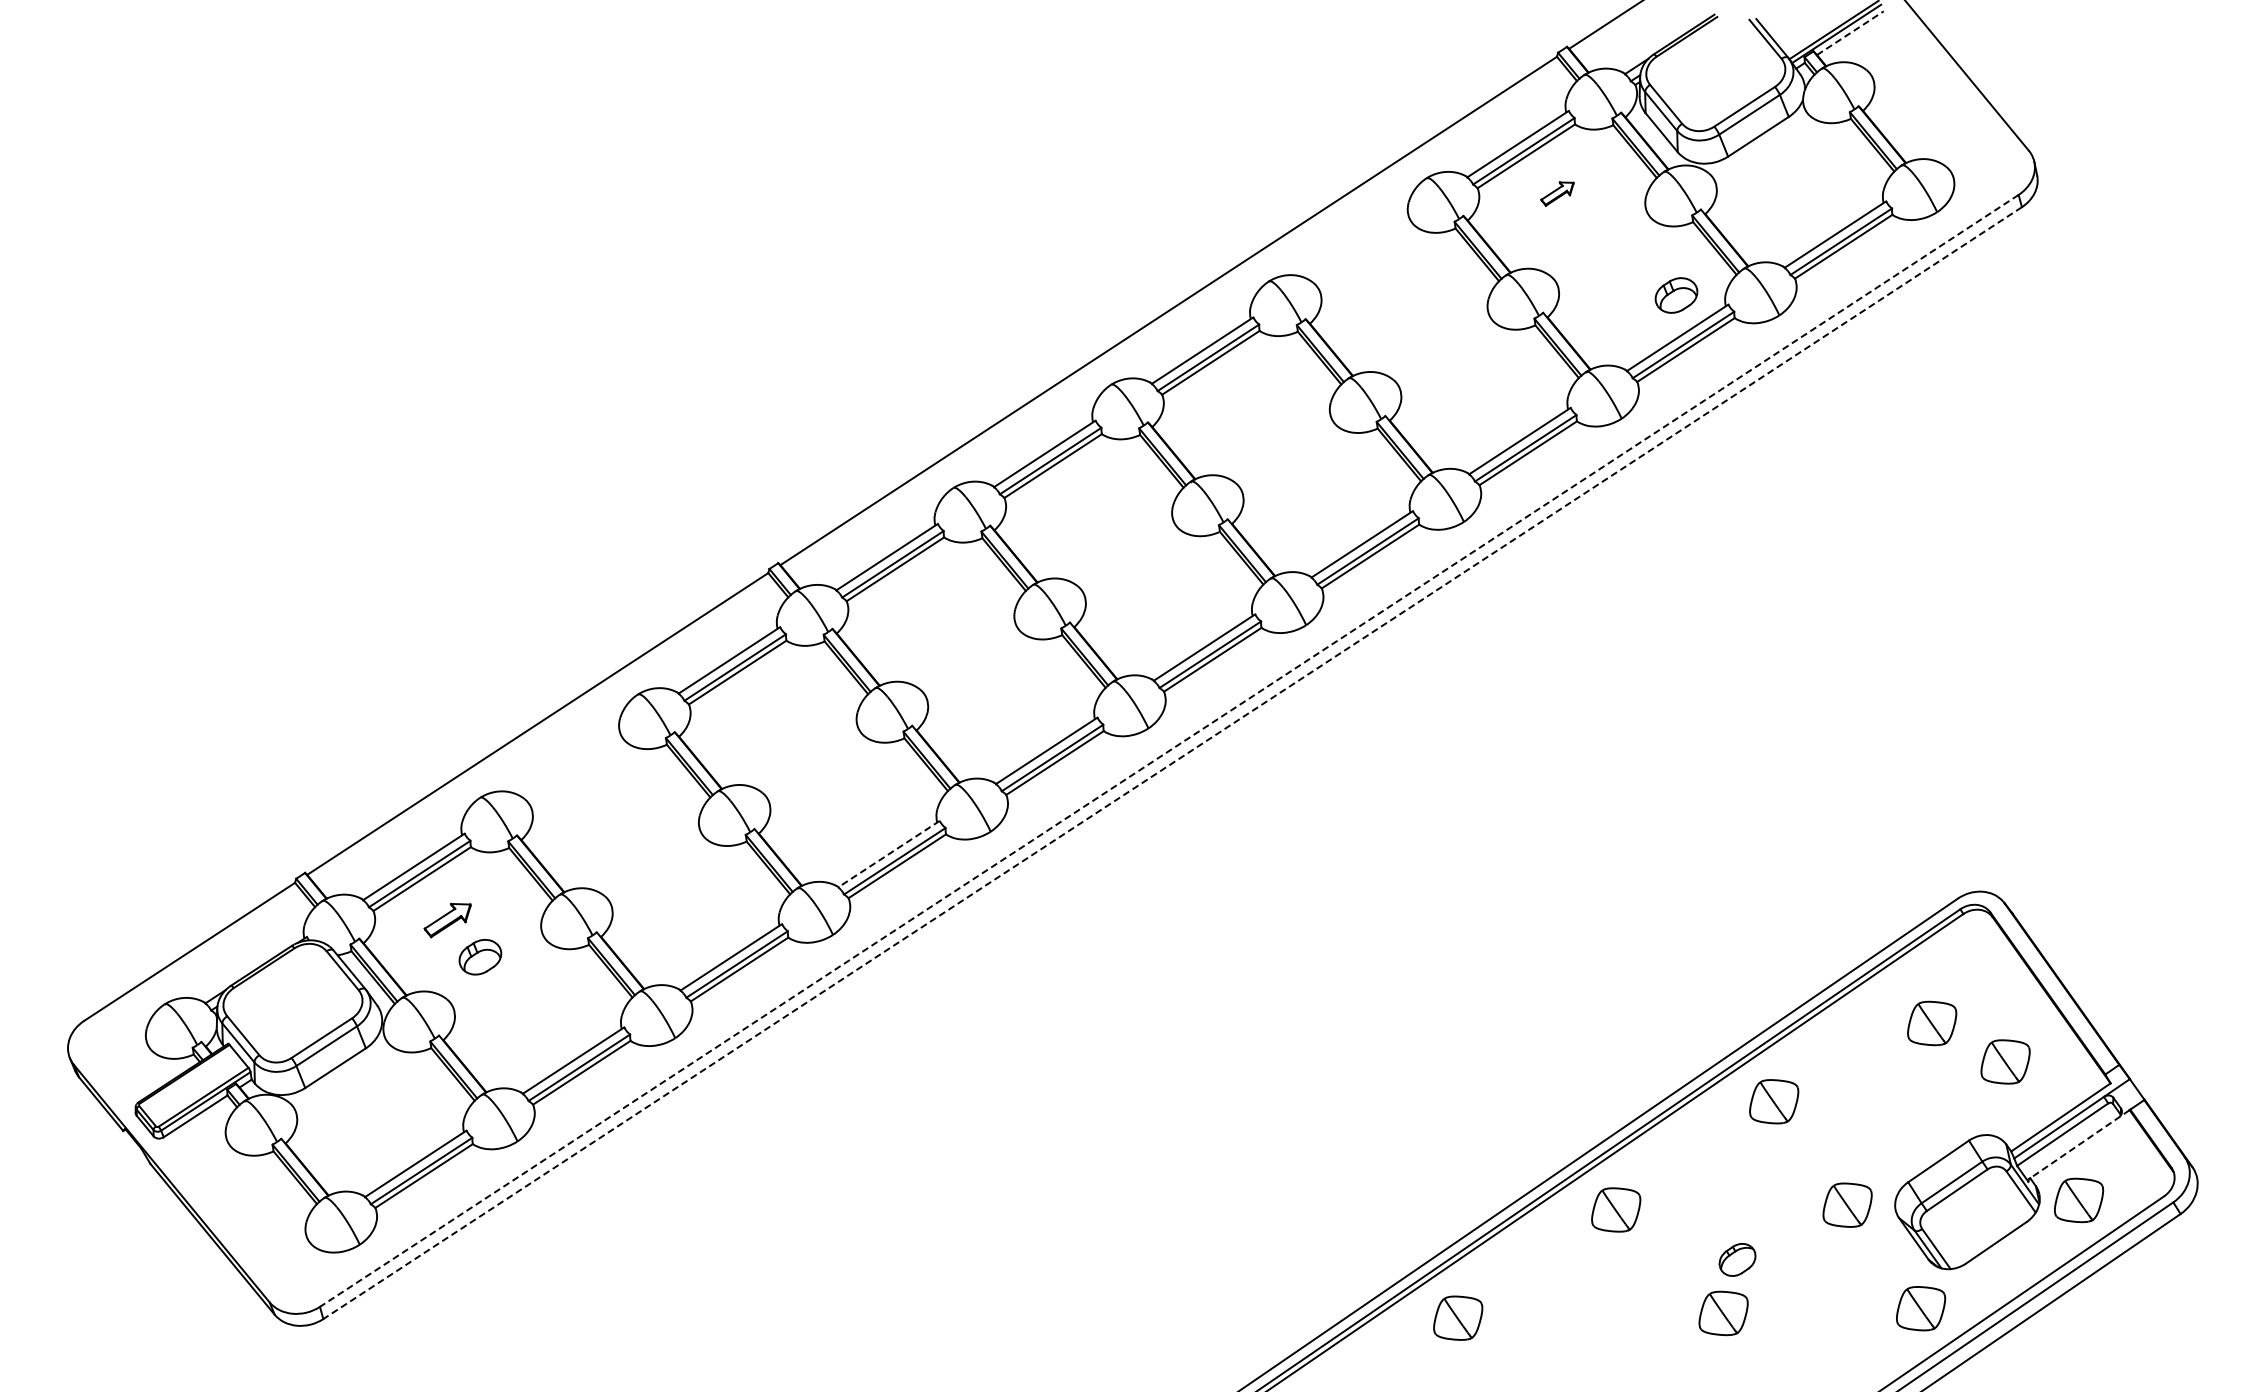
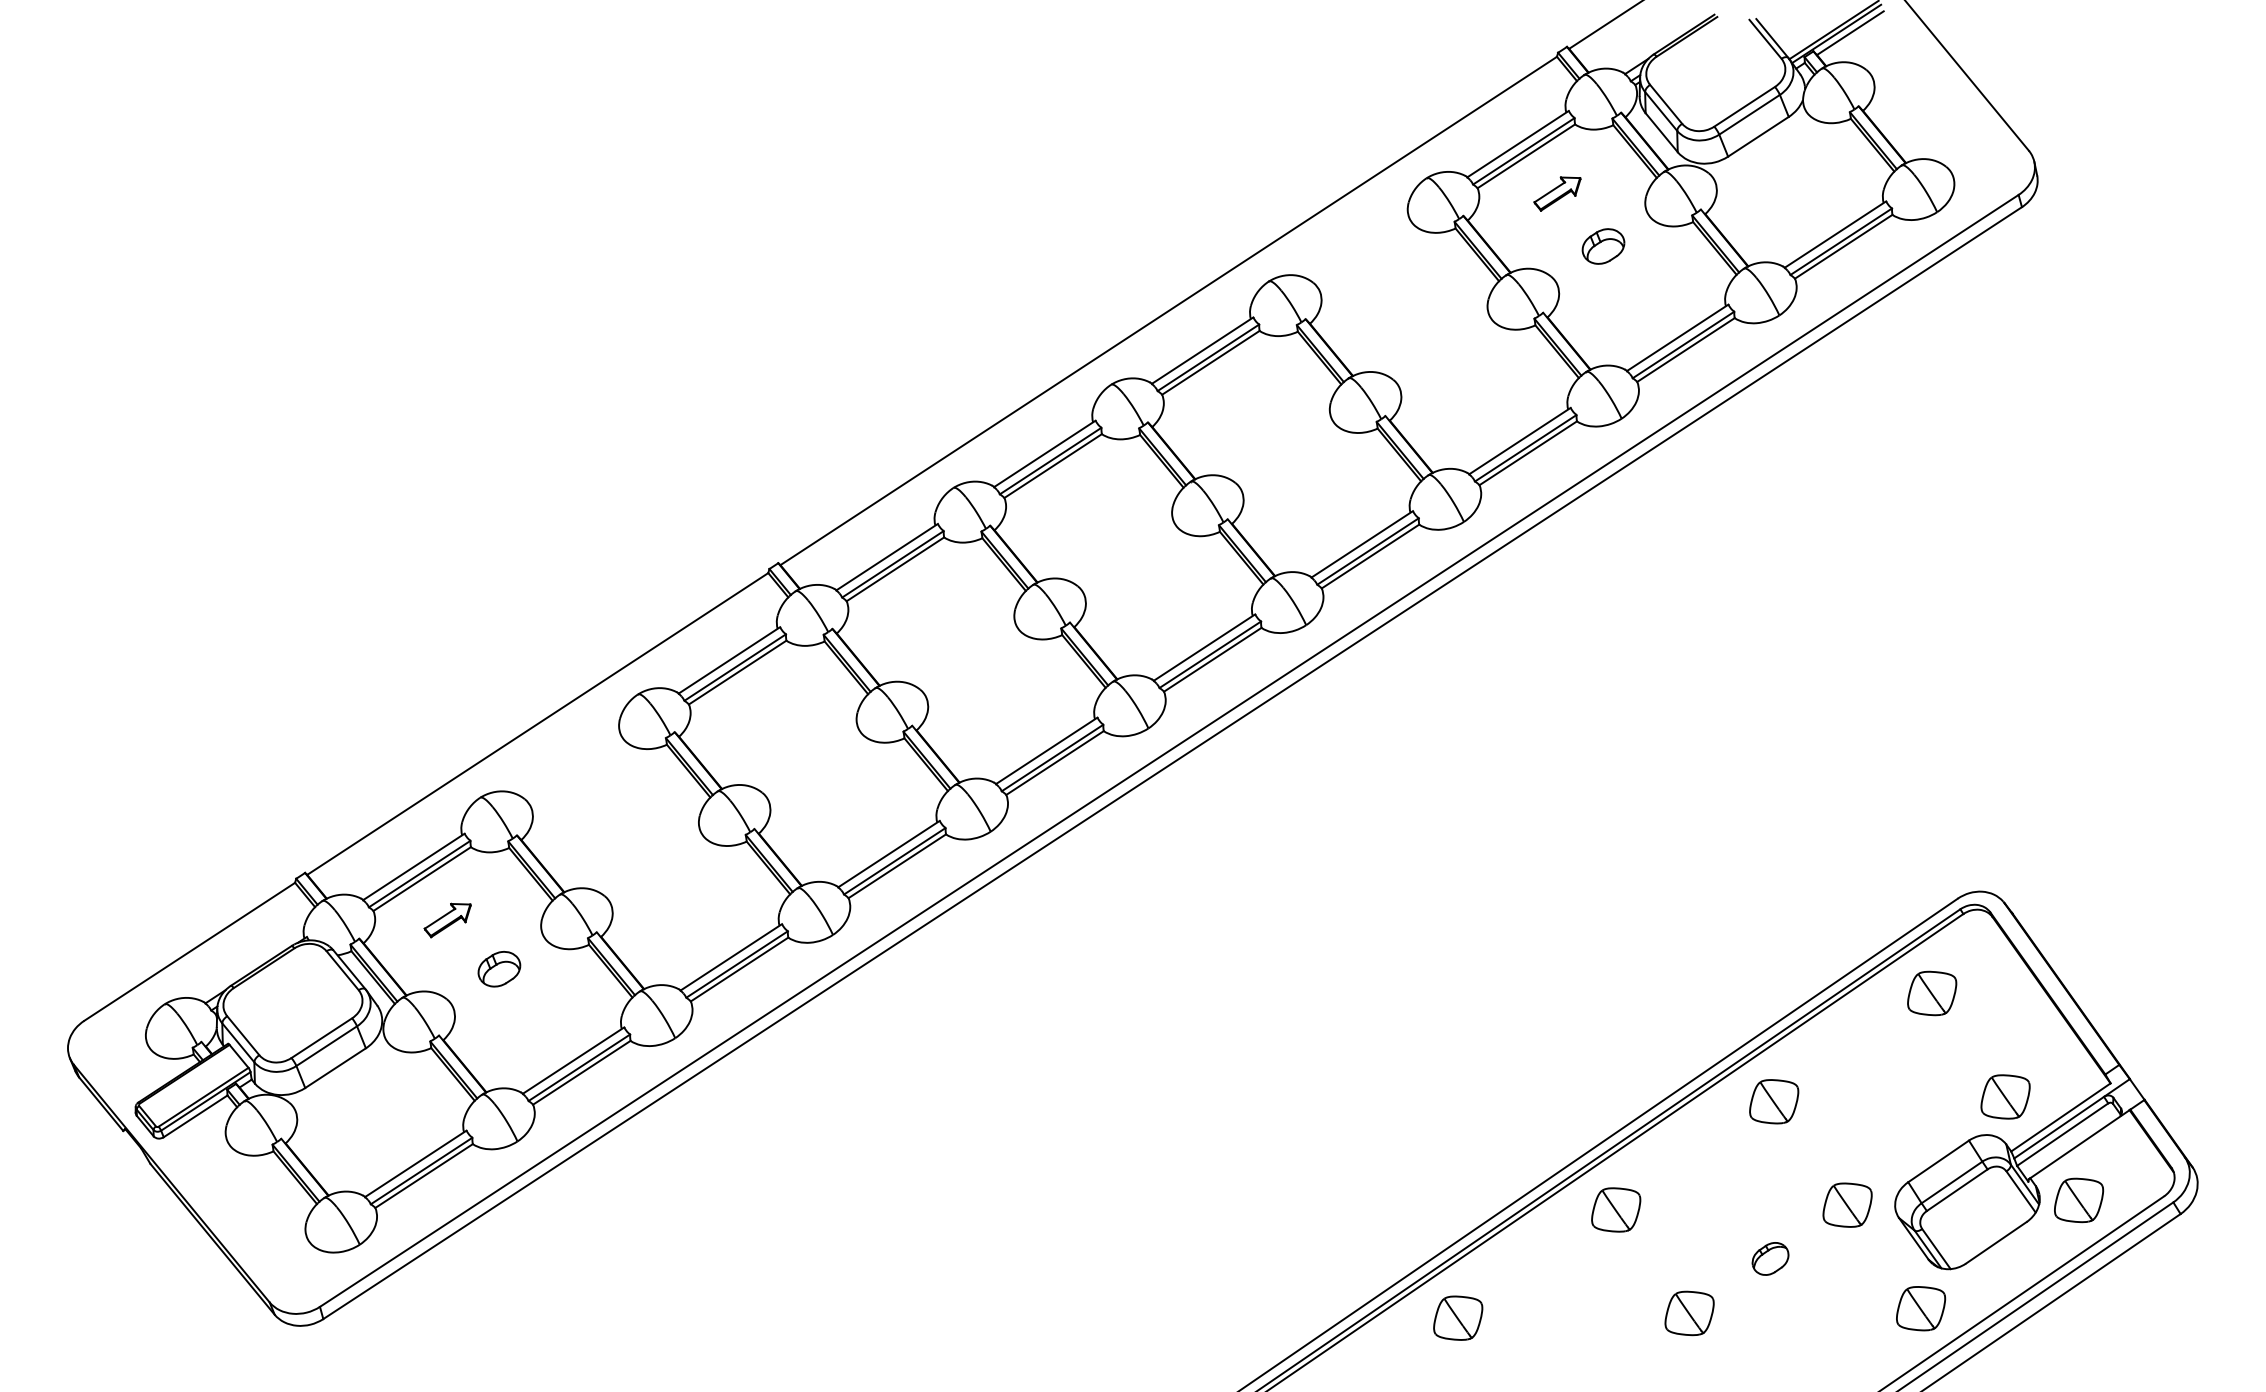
line at (1850, 33): dashed -> solid
part at (1557, 193) size: 35x26 px -> 49x36 px
part at (1676, 295) position: (1676, 295) -> (1603, 246)
line at (1168, 751): dashed -> solid
line at (1172, 763): dashed -> solid
line at (888, 854): dashed -> solid
part at (480, 957) position: (480, 957) -> (499, 969)
part at (1932, 1023) position: (1932, 1023) -> (1932, 993)
part at (2005, 1061) position: (2005, 1061) -> (2005, 1096)
line at (2079, 1144): dashed -> solid
part at (1737, 1259) position: (1737, 1259) -> (1770, 1258)
part at (1723, 1313) position: (1723, 1313) -> (1689, 1313)
